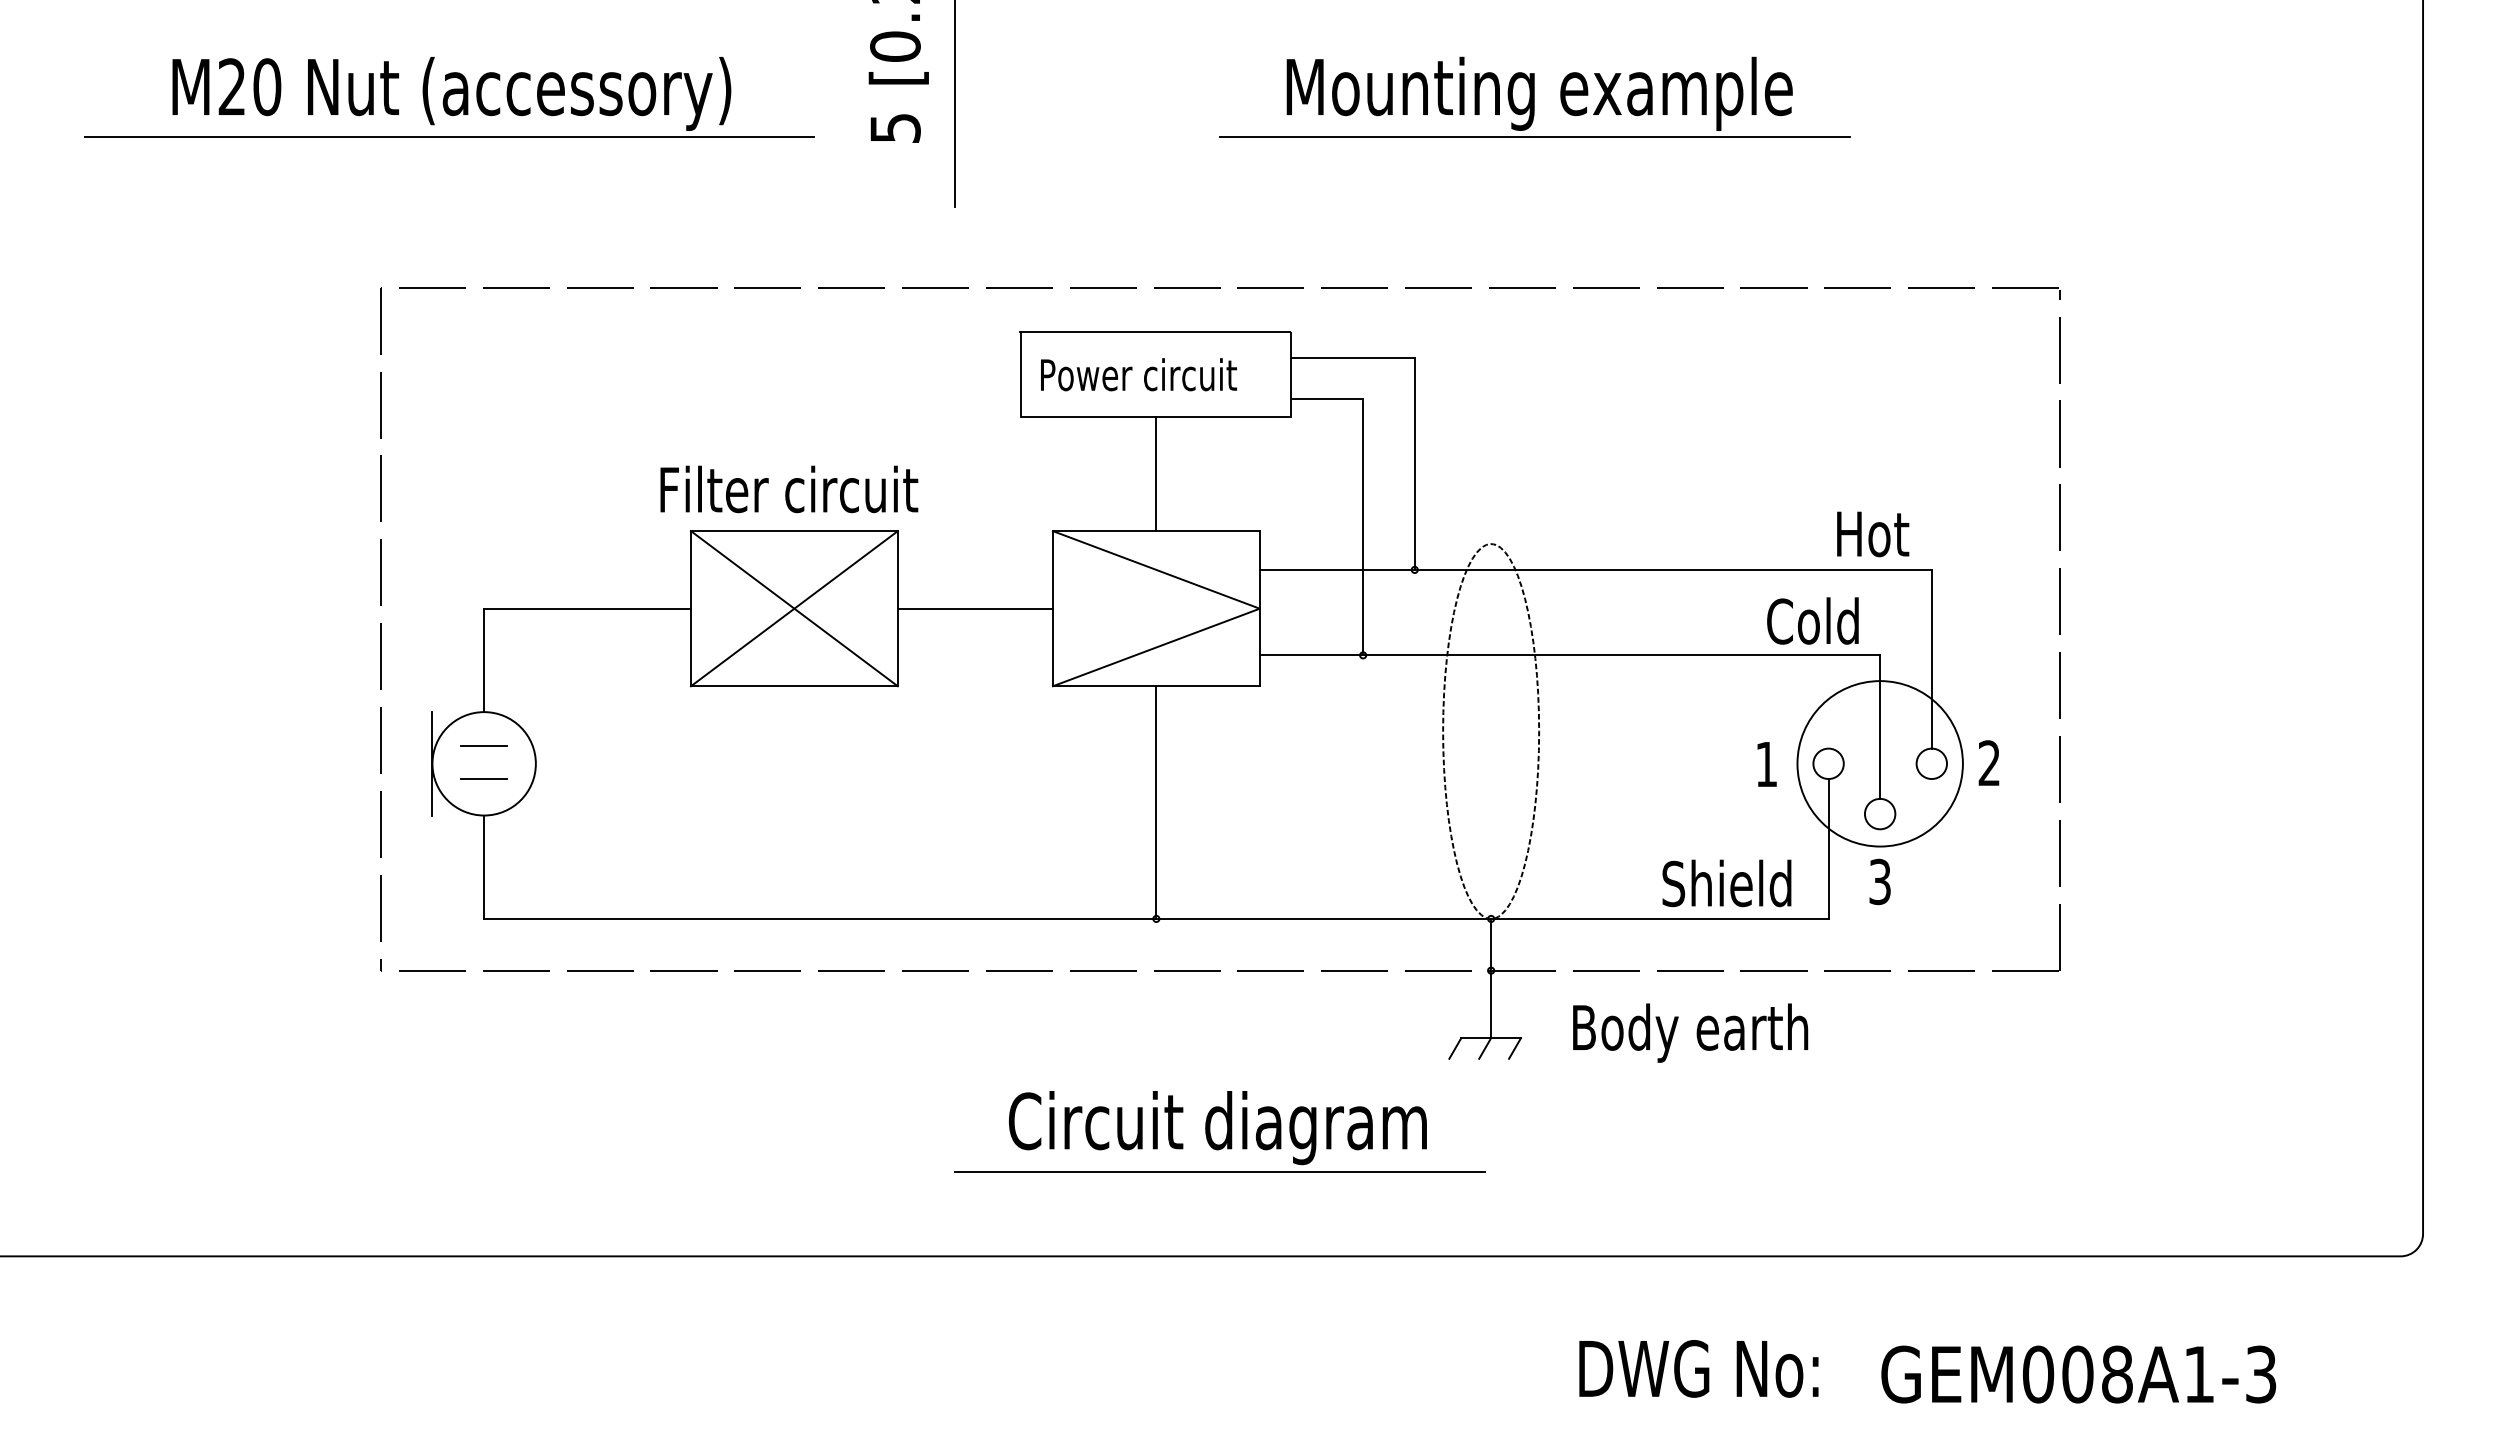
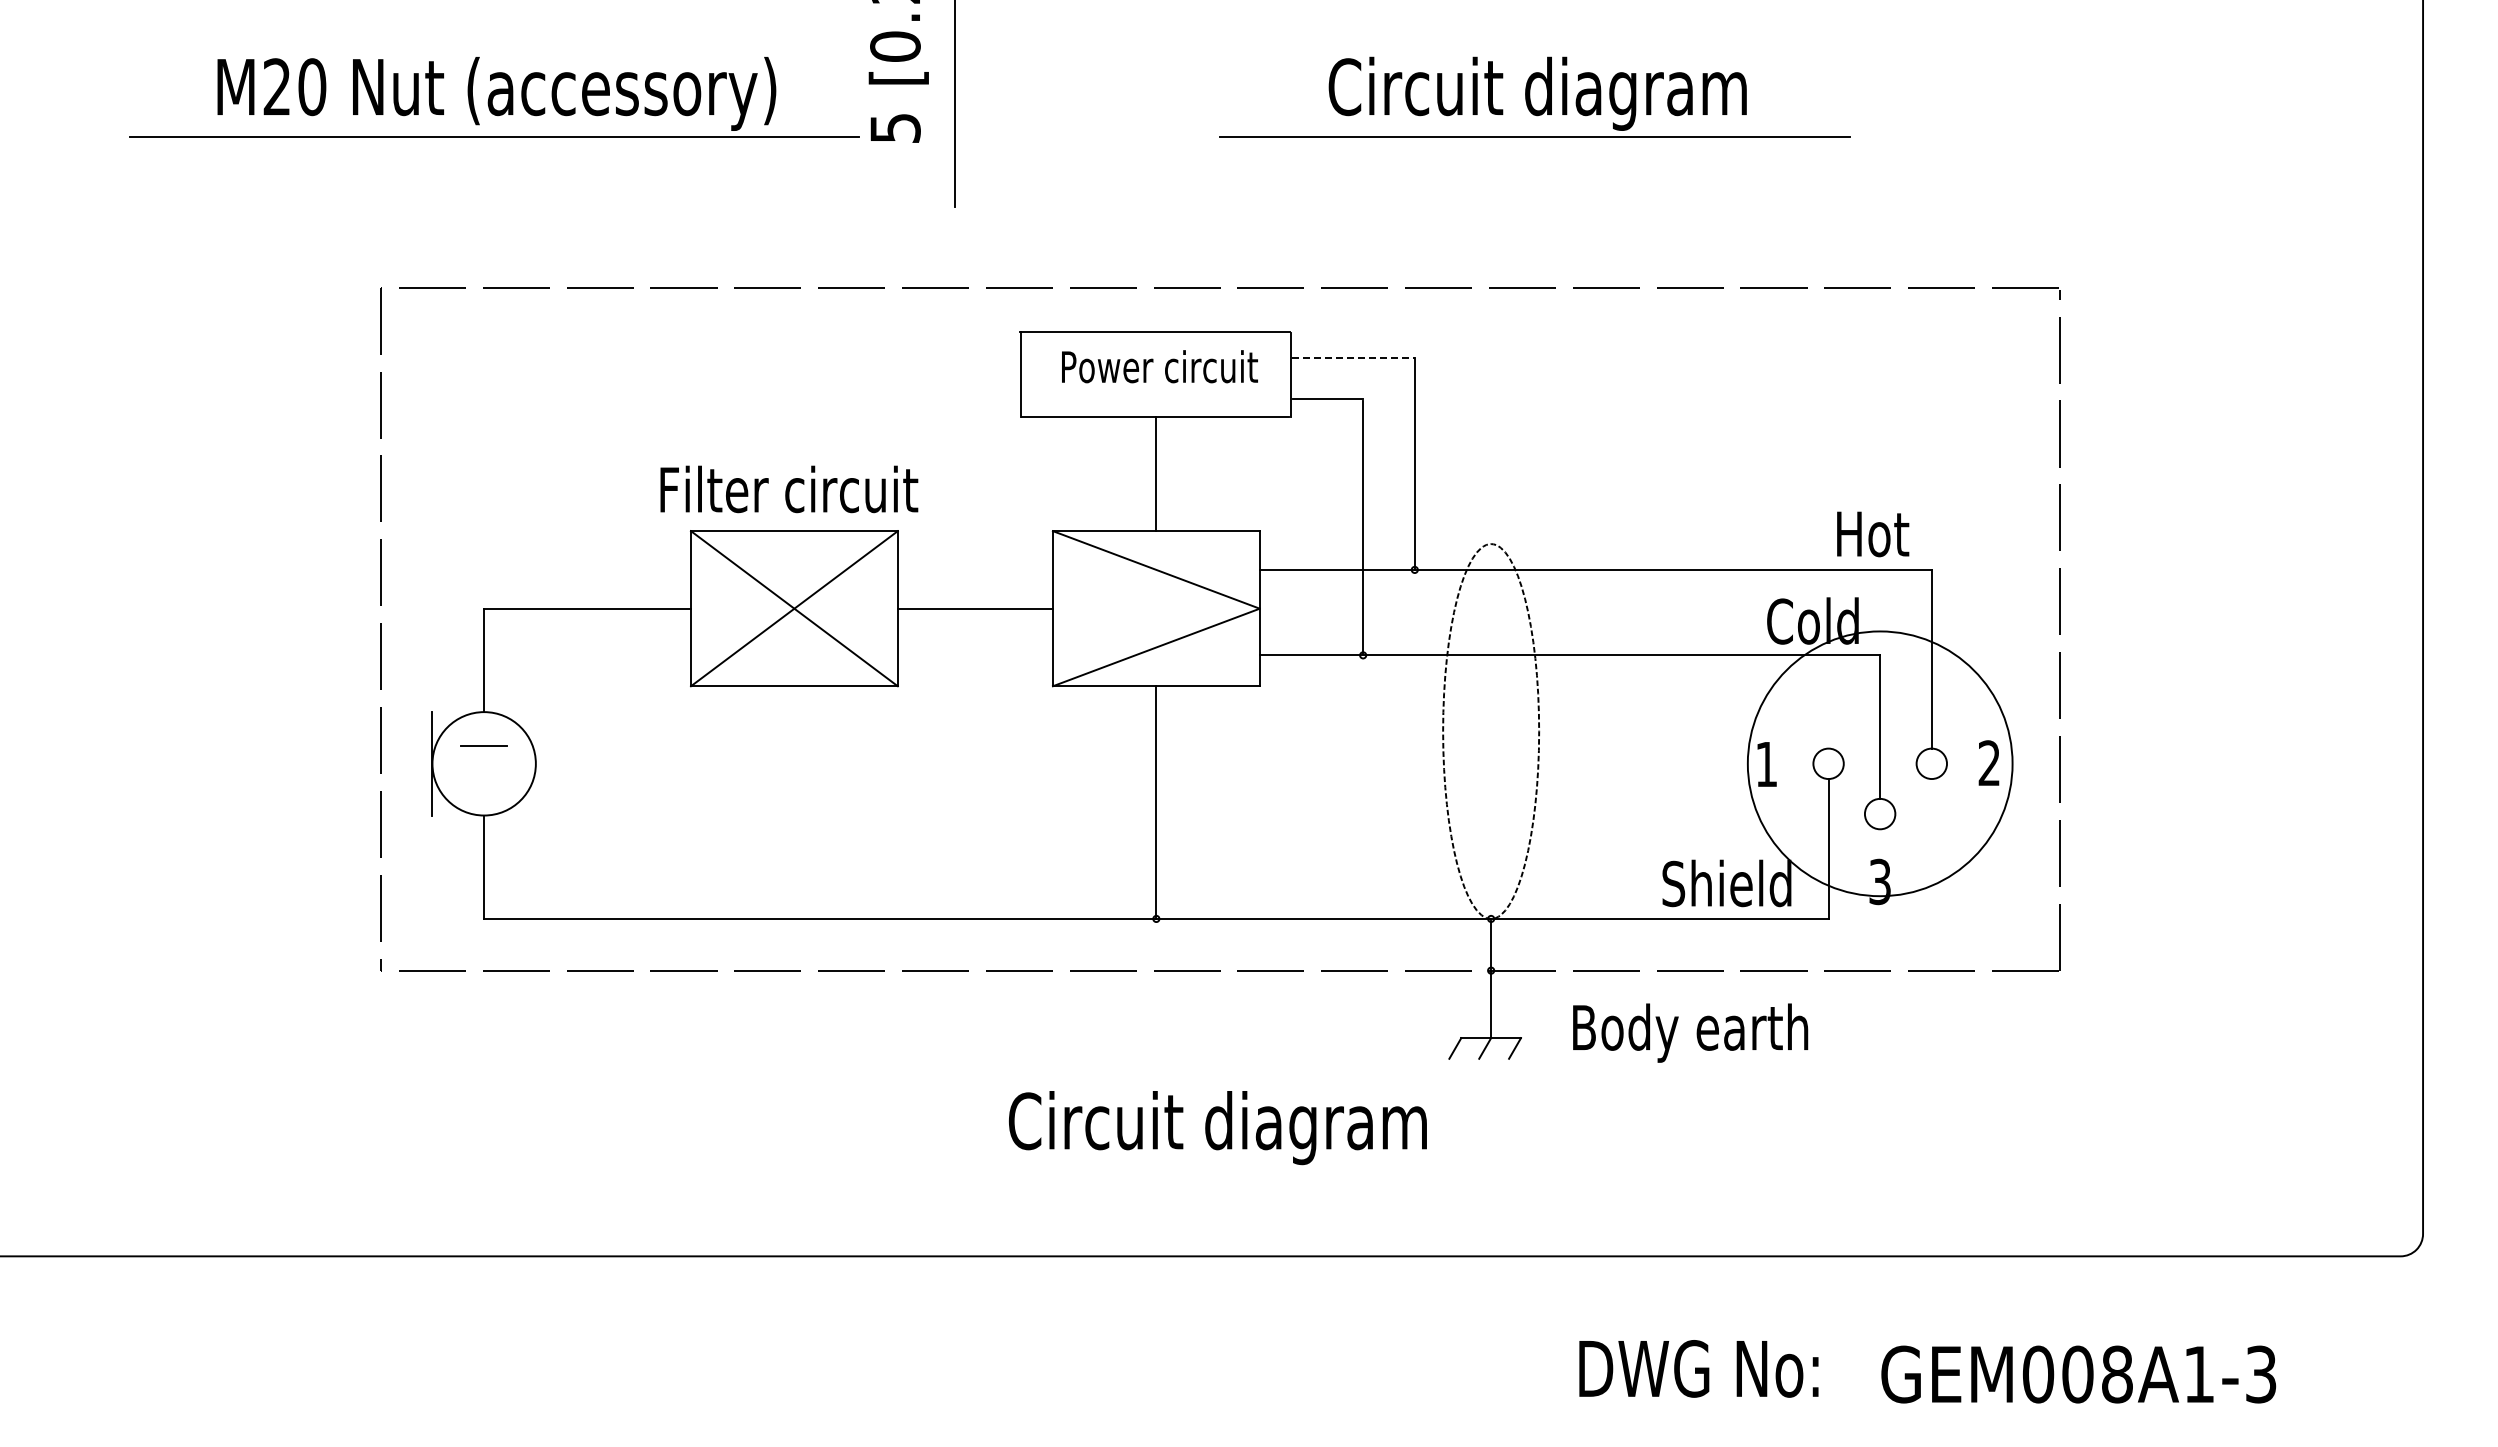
text at (1539, 93): Mounting example -> Circuit diagram
part at (449, 97) position: (449, 97) -> (494, 97)
line at (1354, 357): solid -> dashed
text at (1138, 374) position: (1138, 374) -> (1159, 366)
circle at (1879, 763) diameter: 165 px -> 265 px
line at (483, 778): present -> none
line at (1219, 1171): present -> none
